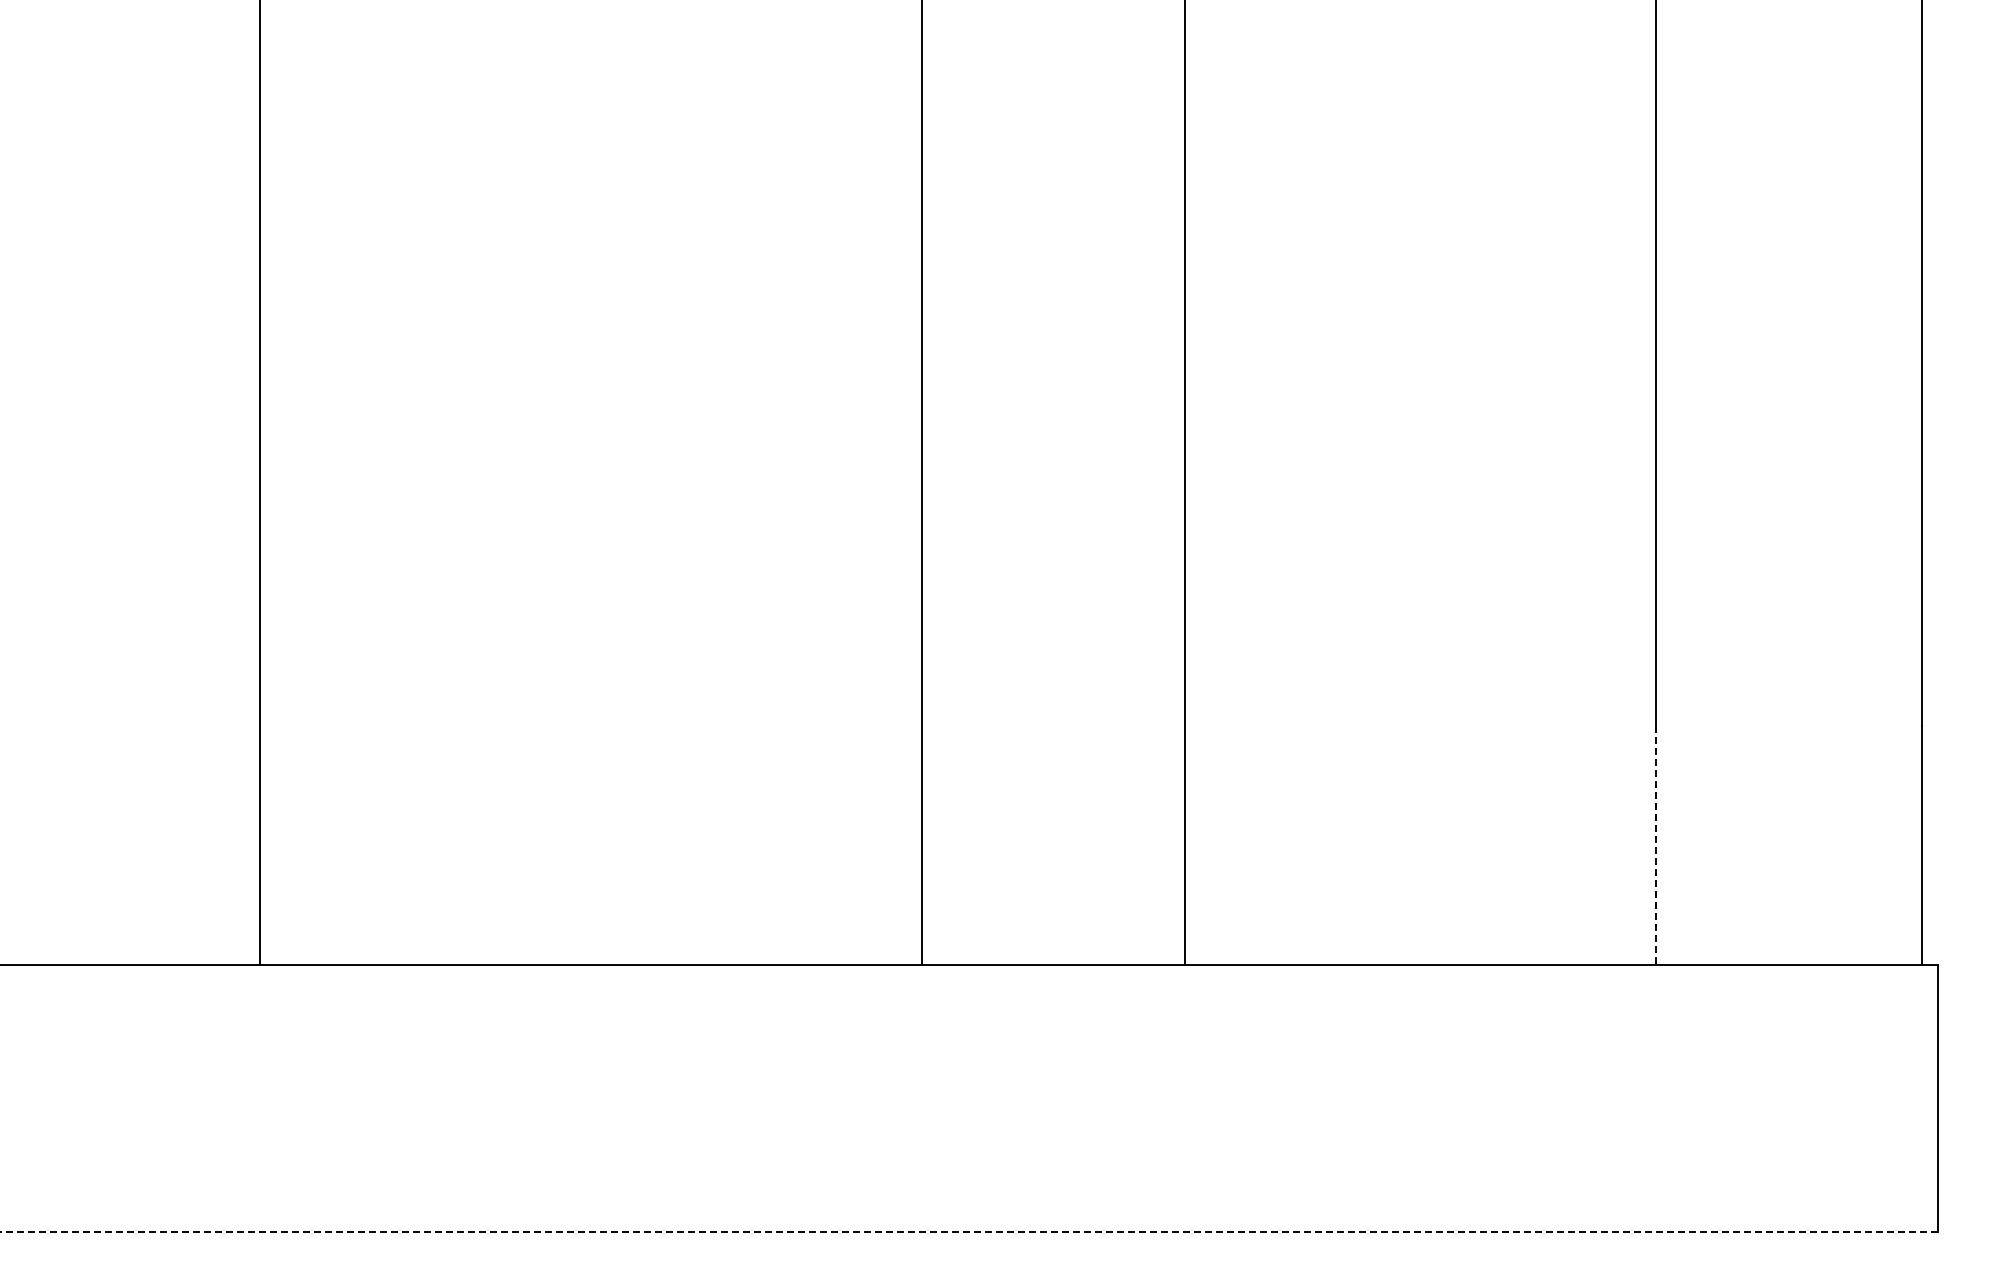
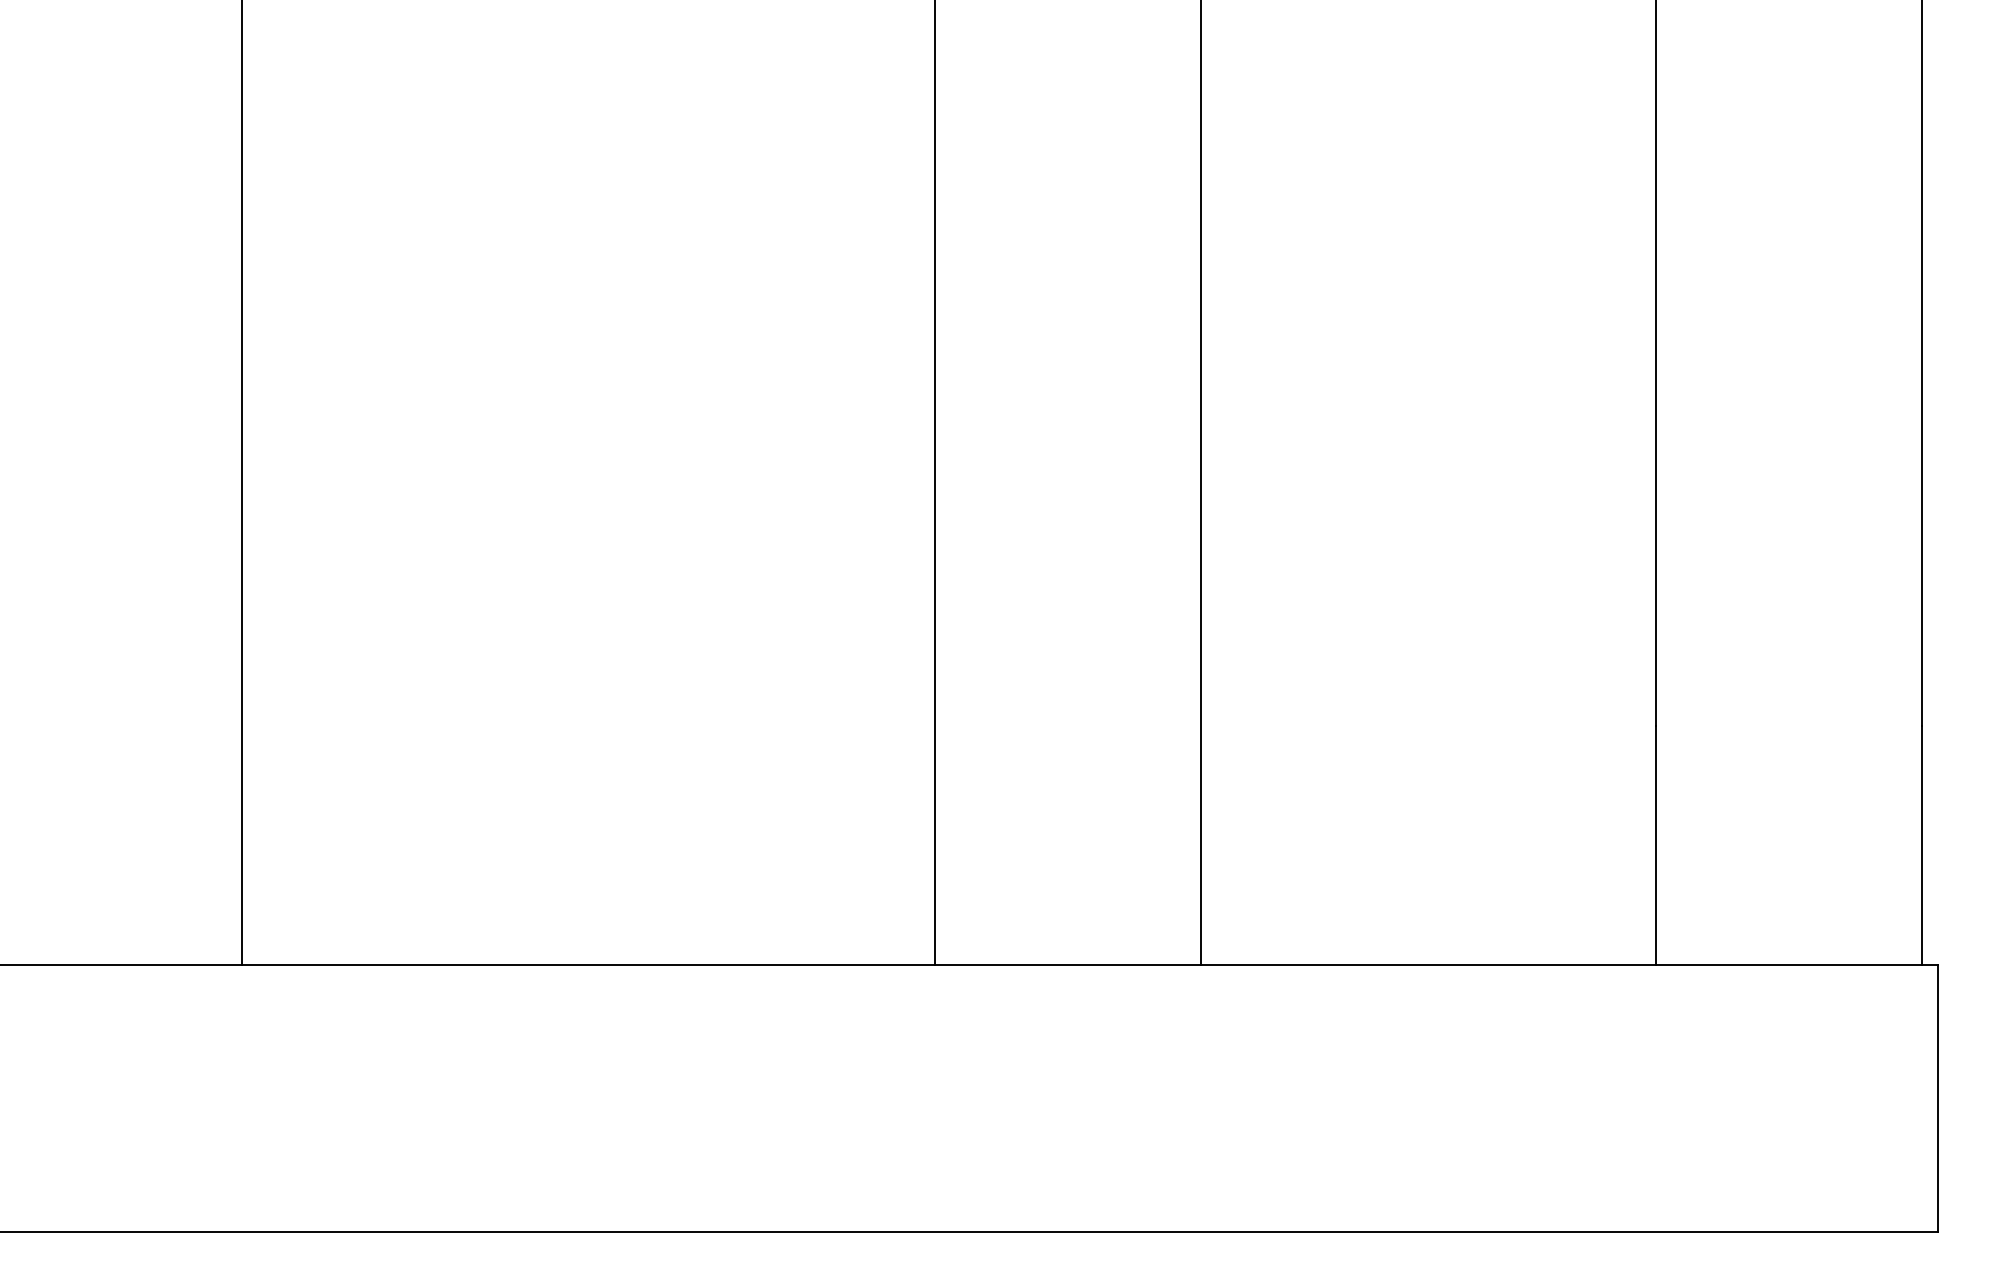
line at (259, 483) position: (259, 483) -> (241, 483)
line at (921, 483) position: (921, 483) -> (934, 483)
line at (1184, 483) position: (1184, 483) -> (1200, 483)
line at (1656, 845): dashed -> solid
line at (969, 1231): dashed -> solid
